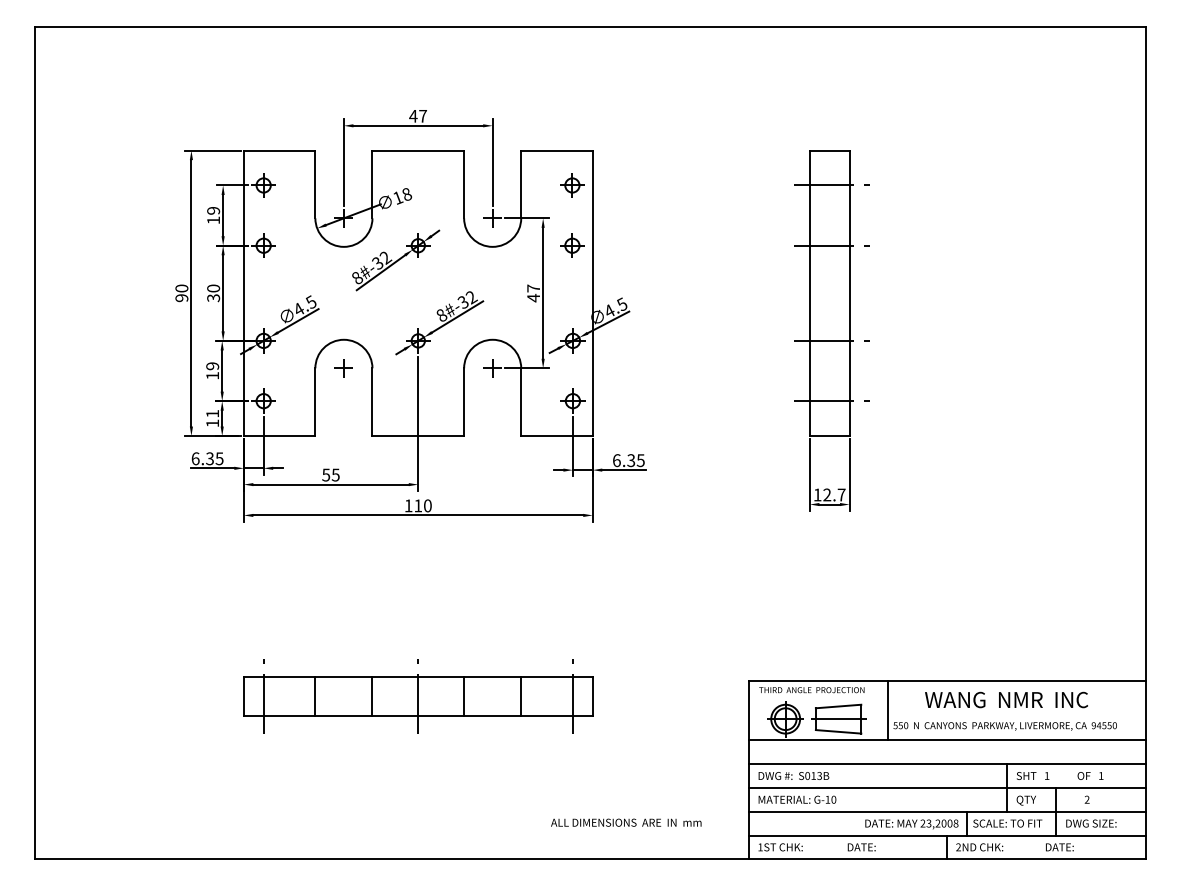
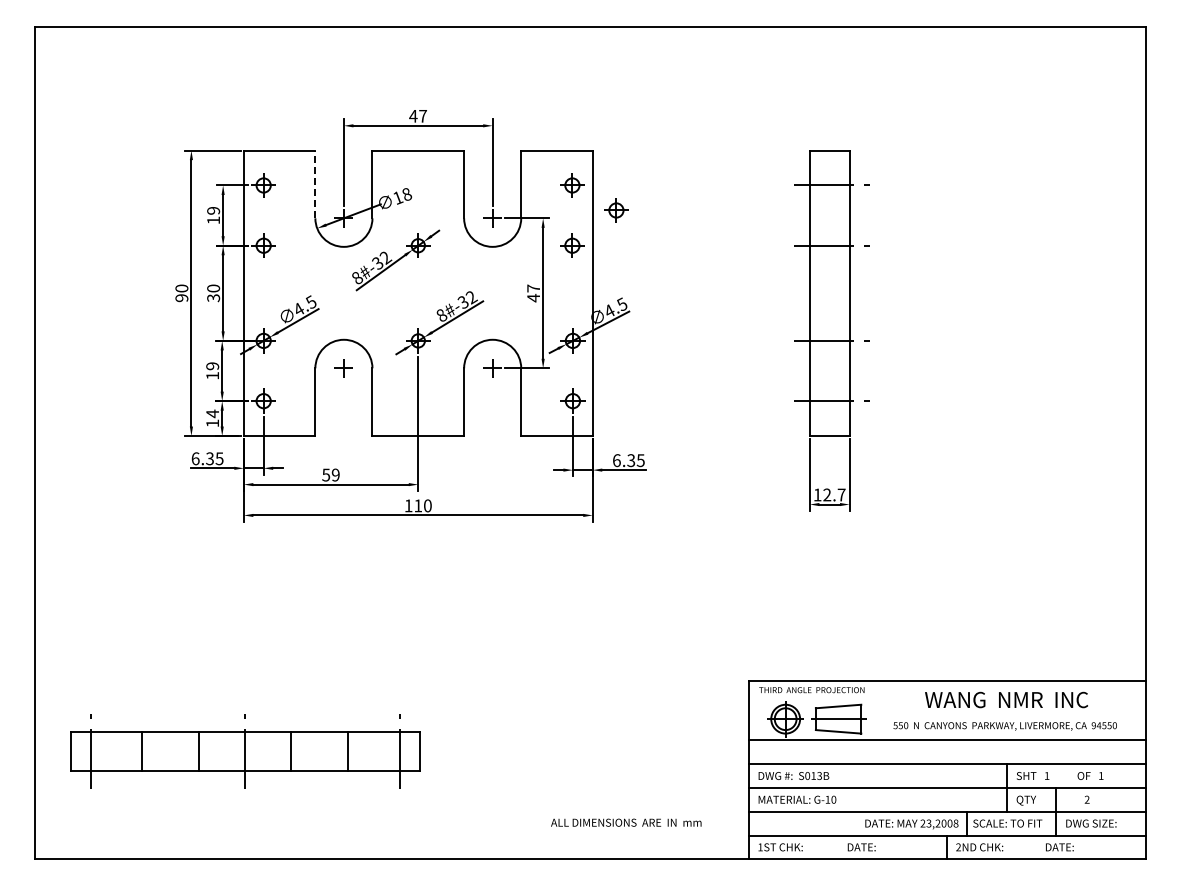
line at (315, 184): solid -> dashed
part at (616, 210): none -> present
text at (212, 413): 11 -> 14
text at (335, 474): 55 -> 59
part at (418, 696) position: (418, 696) -> (245, 751)
line at (887, 710): present -> none
